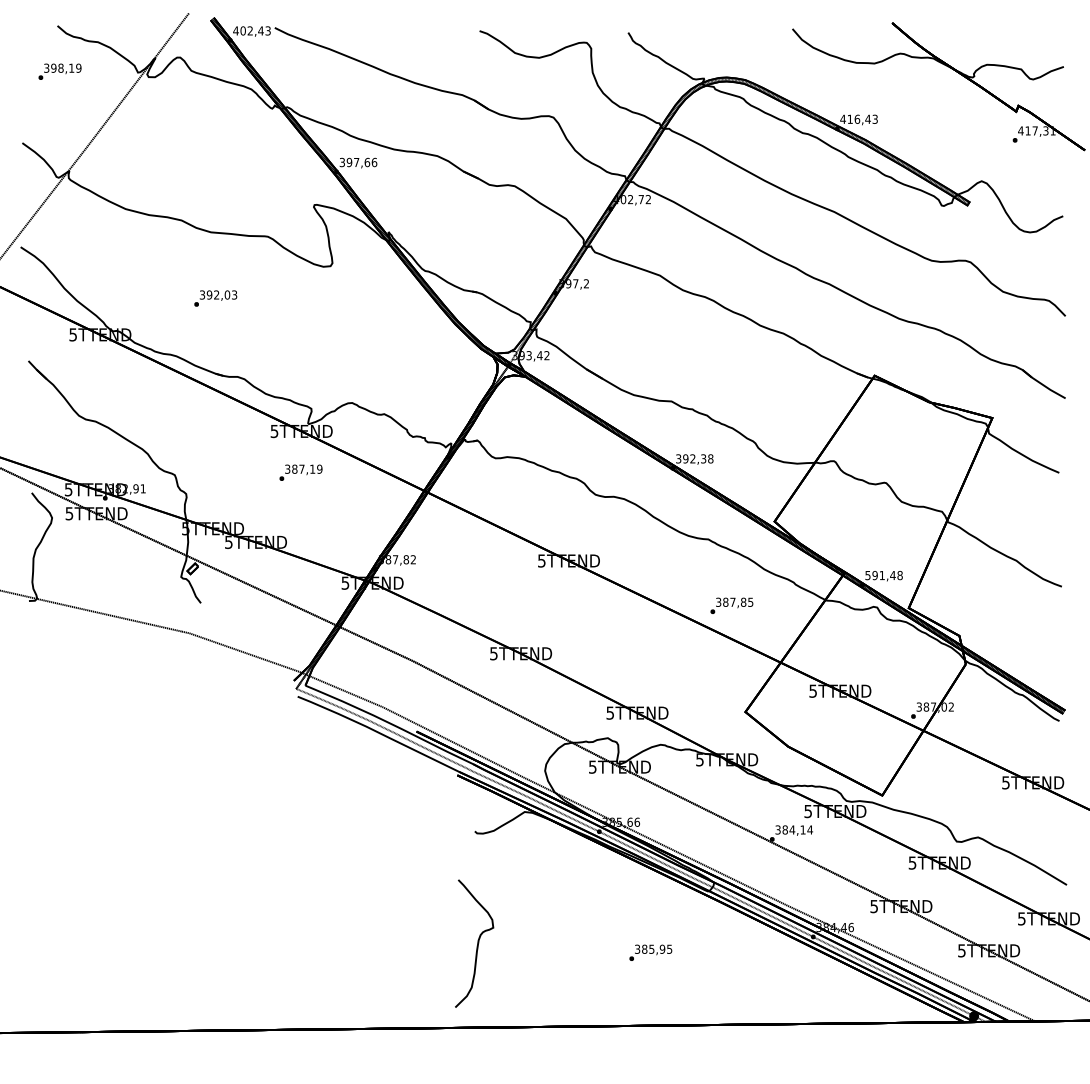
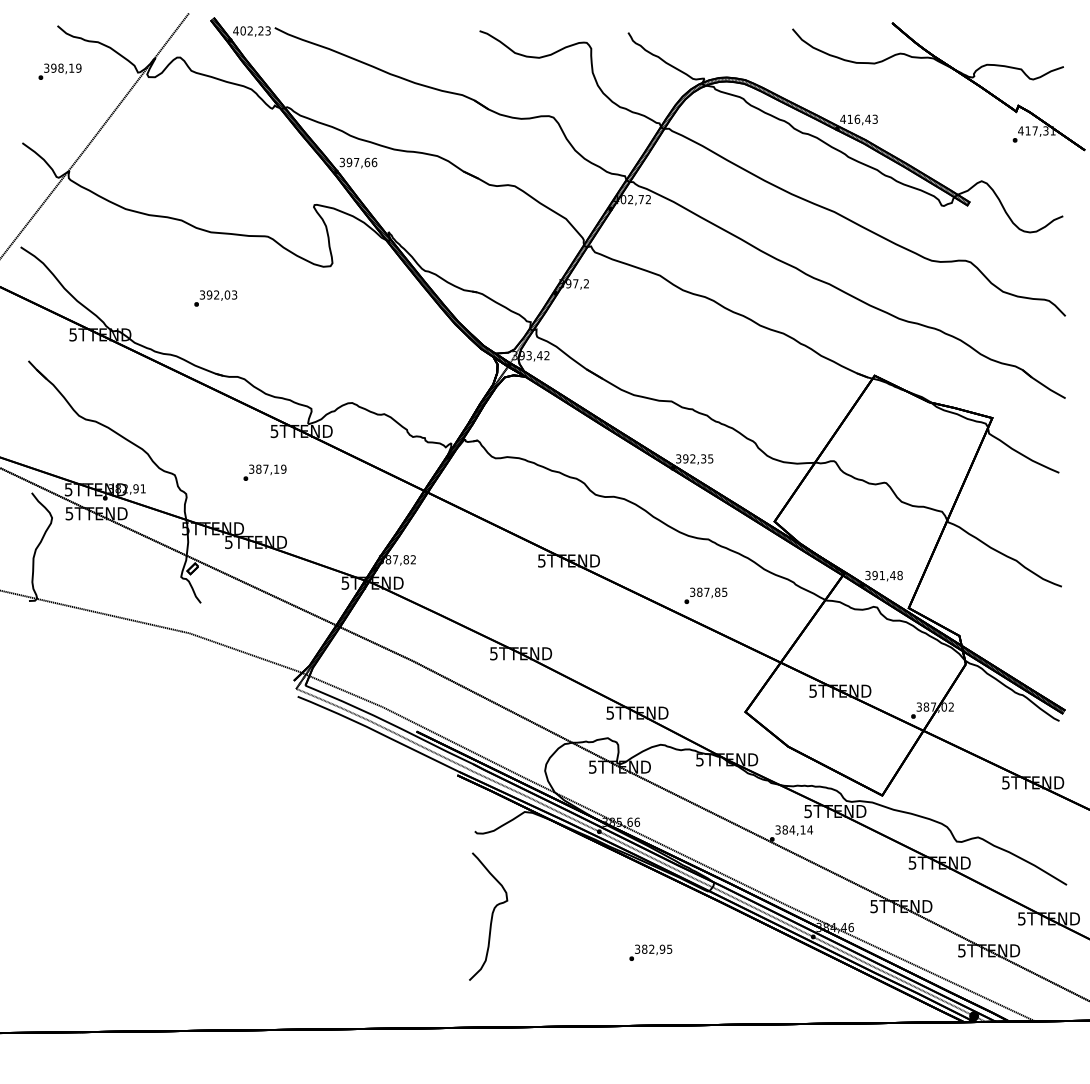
text at (260, 30): 402,43 -> 402,23
text at (710, 458): 392,38 -> 392,35
text at (300, 472) position: (300, 472) -> (264, 472)
text at (867, 574): 591,48 -> 391,48
text at (731, 605) position: (731, 605) -> (705, 595)
part at (474, 943) position: (474, 943) -> (488, 916)
text at (651, 948): 385,95 -> 382,95
